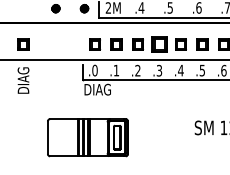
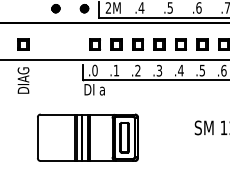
part at (159, 44) size: 17x17 px -> 13x13 px
text at (102, 89): DIAG -> DI a
part at (87, 137) size: 82x40 px -> 102x49 px
